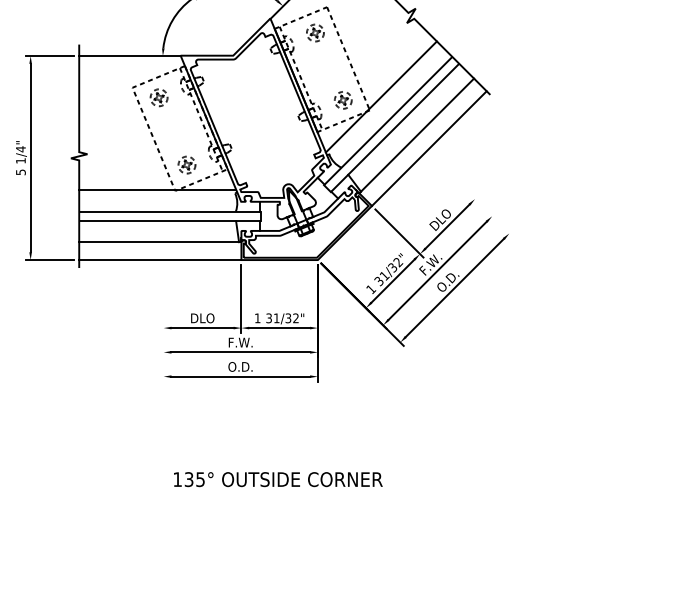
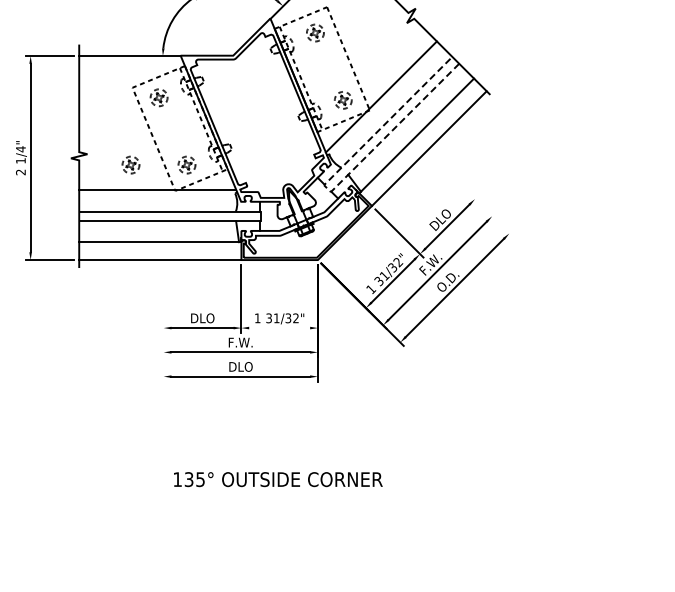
part at (130, 164): none -> present
text at (20, 172): 5 -> 2
line at (327, 188): solid -> dashed
line at (279, 328): present -> none
text at (240, 366): O.D. -> DLO
